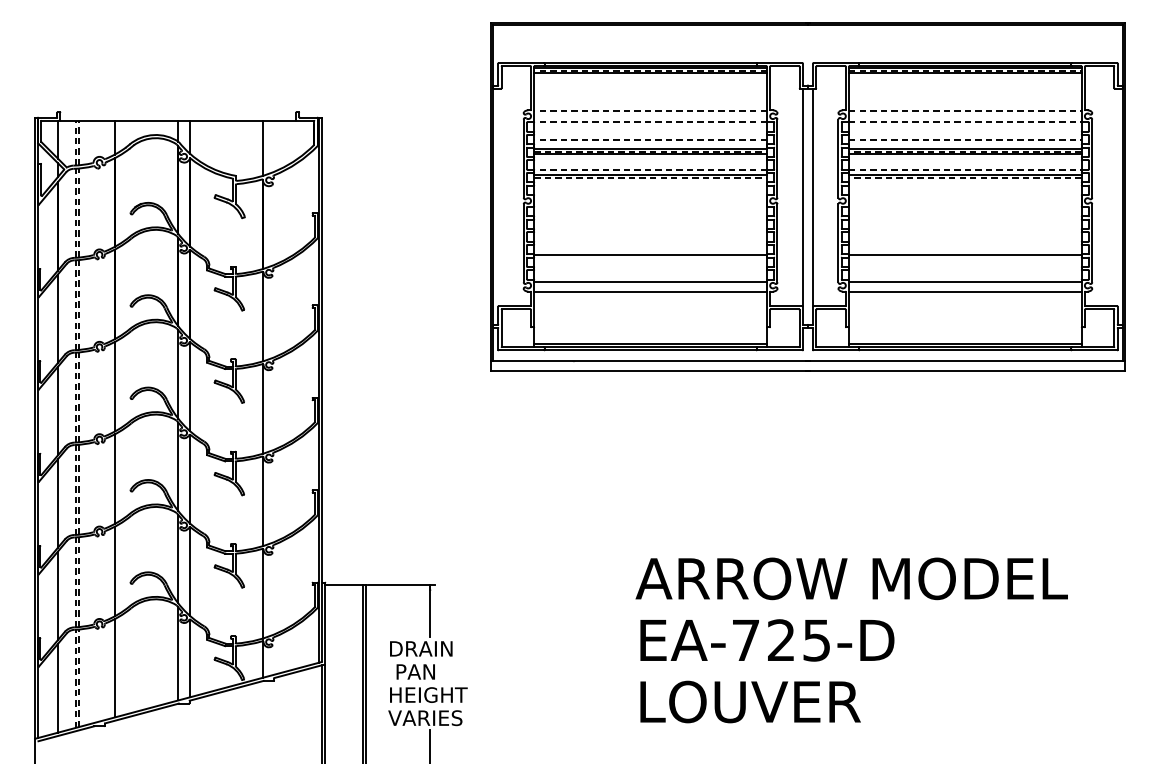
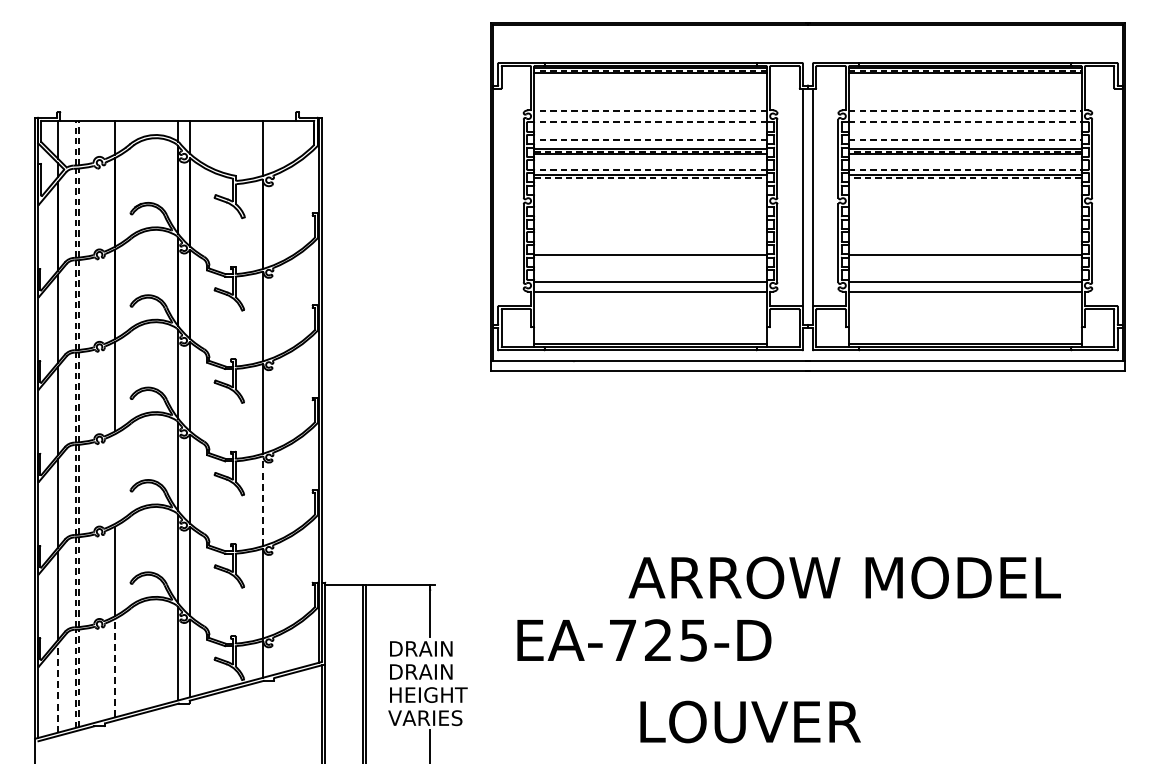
line at (115, 478): present -> none
line at (262, 501): solid -> dashed
text at (851, 578) position: (851, 578) -> (844, 577)
text at (767, 640) position: (767, 640) -> (644, 640)
line at (115, 667): solid -> dashed
text at (421, 671): PAN -> DRAIN
line at (57, 687): solid -> dashed
text at (750, 701) position: (750, 701) -> (750, 721)
